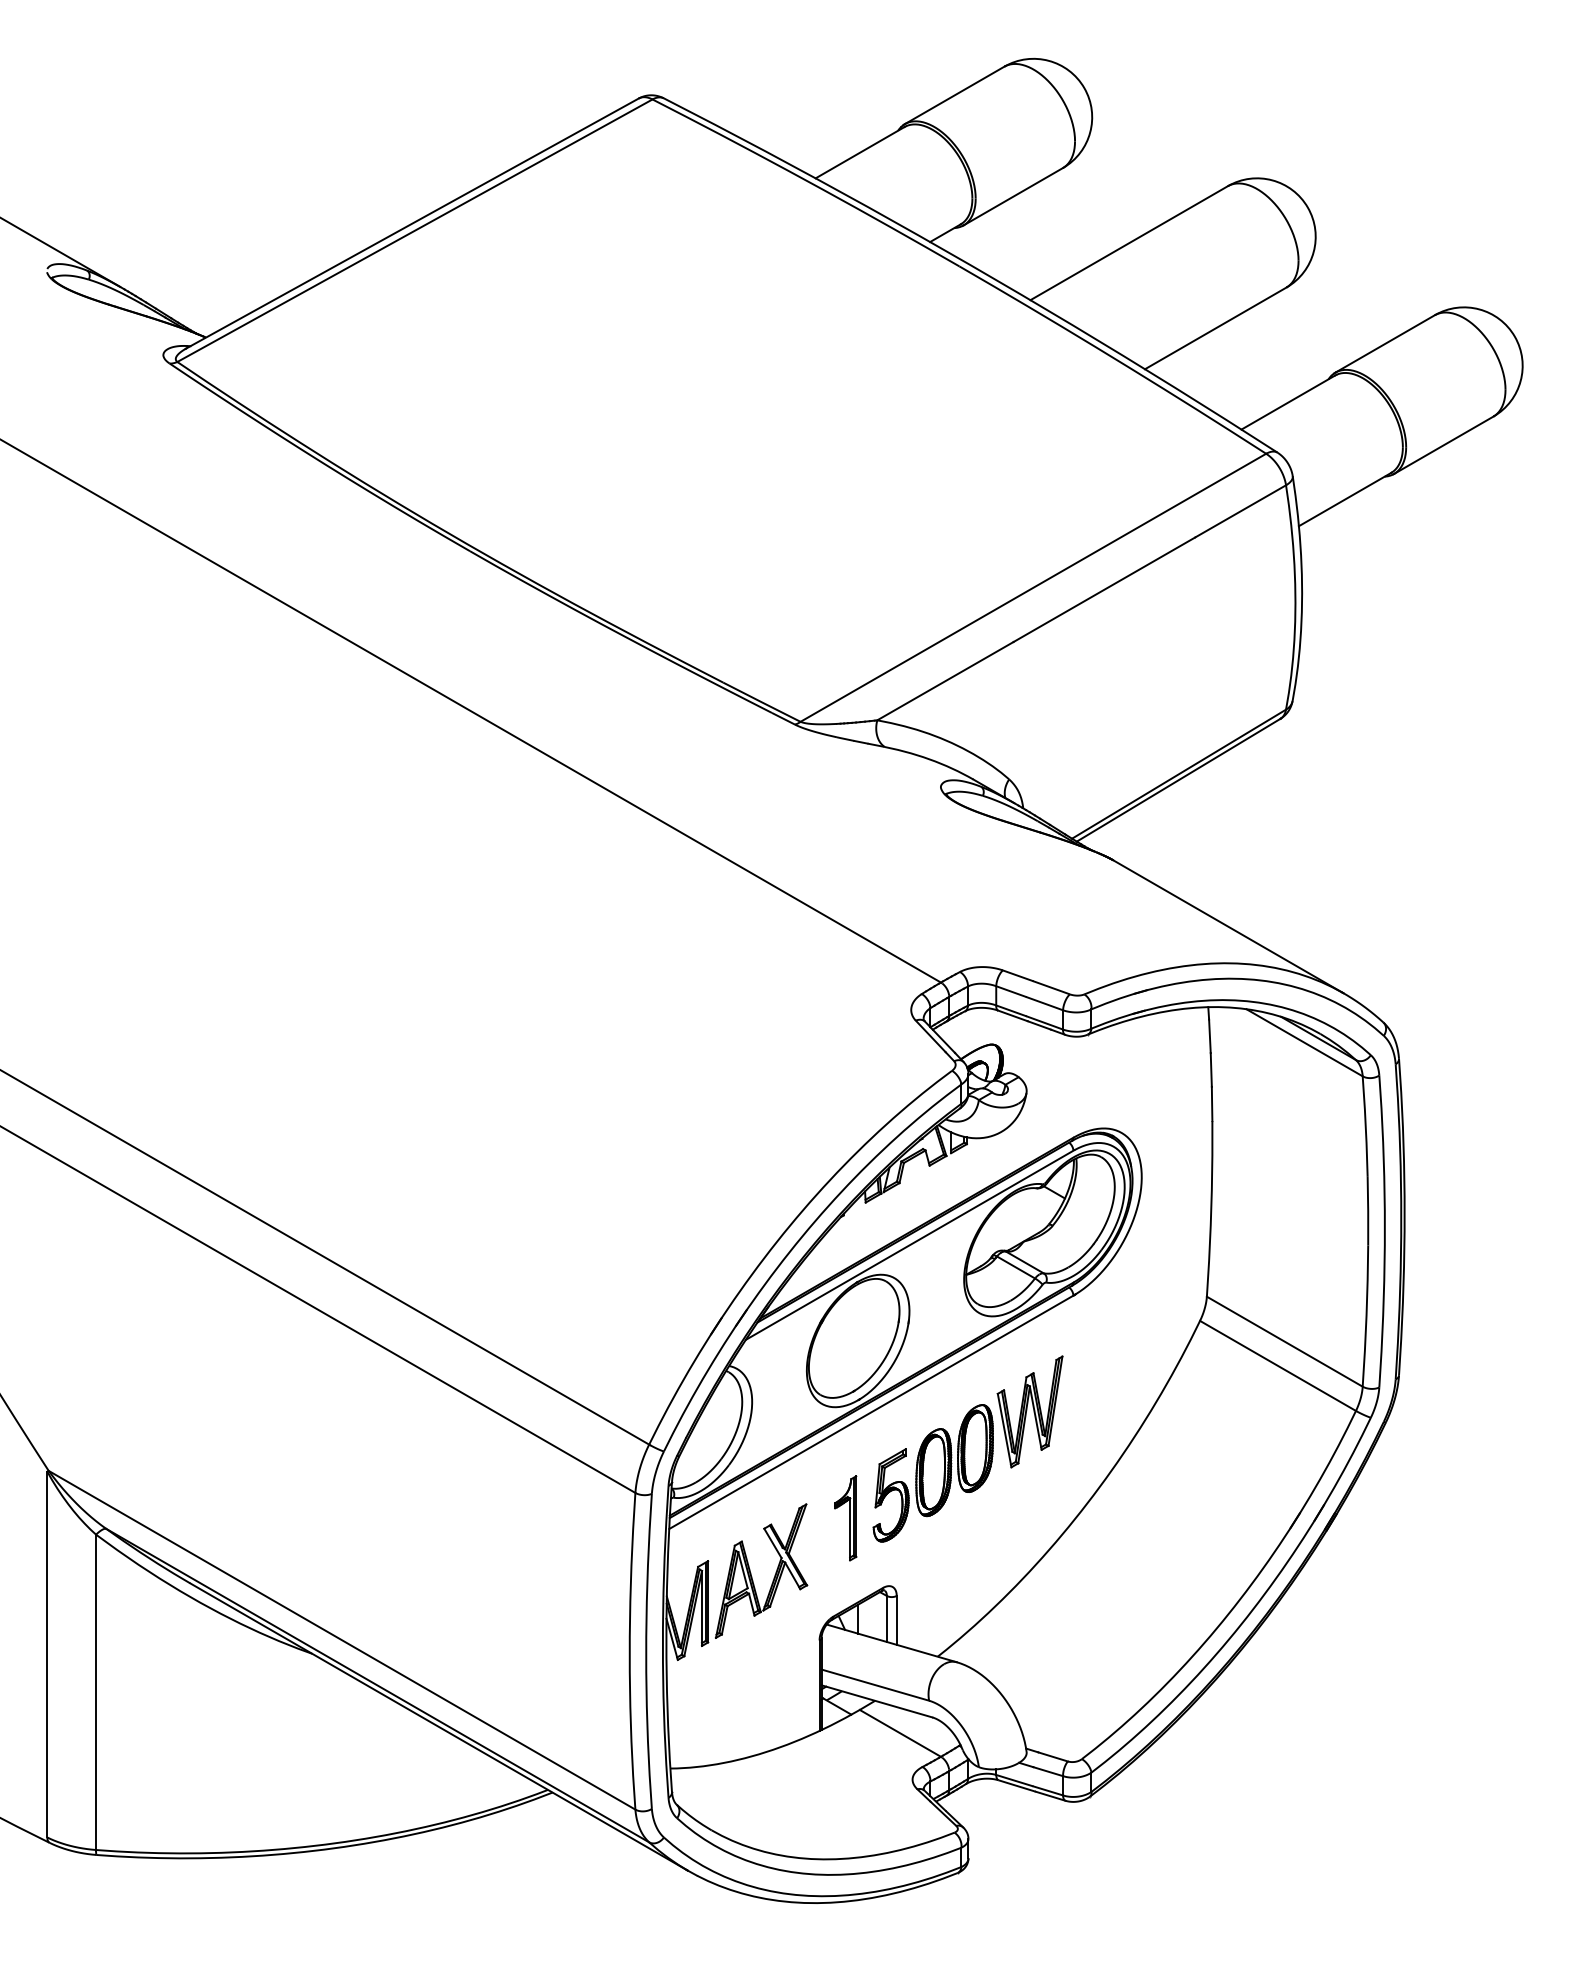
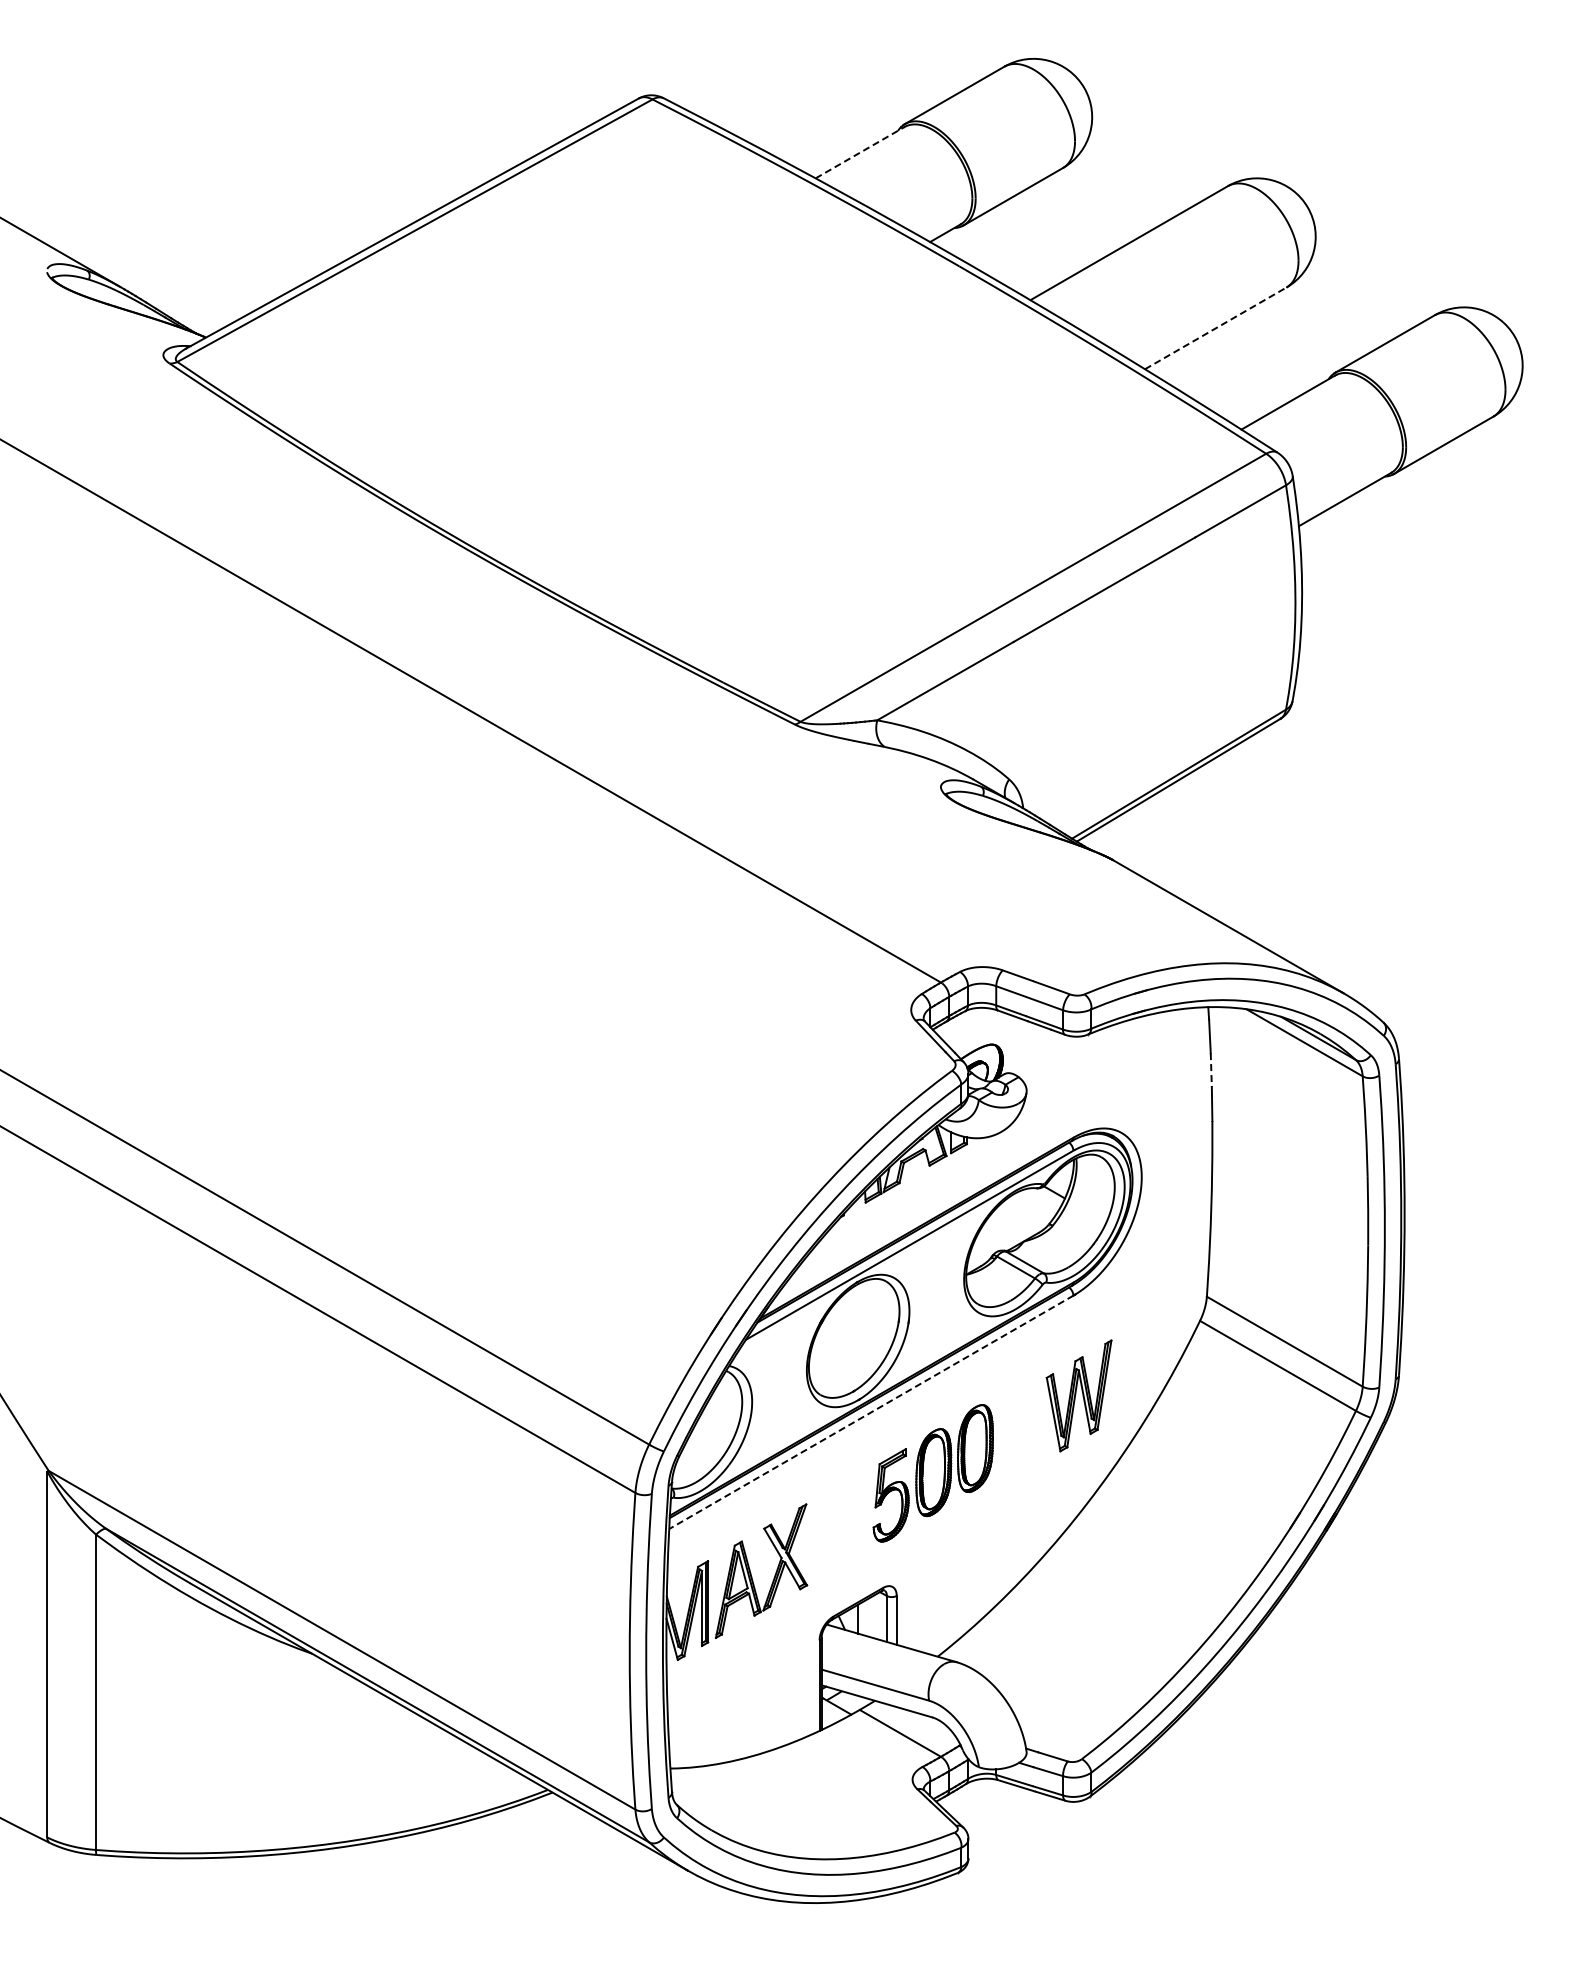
line at (860, 152): solid -> dashed
line at (1215, 328): solid -> dashed
line at (1211, 1069): solid -> dashed
part at (1029, 1411) position: (1029, 1411) -> (1078, 1395)
line at (871, 1412): solid -> dashed
part at (845, 1518): present -> none
